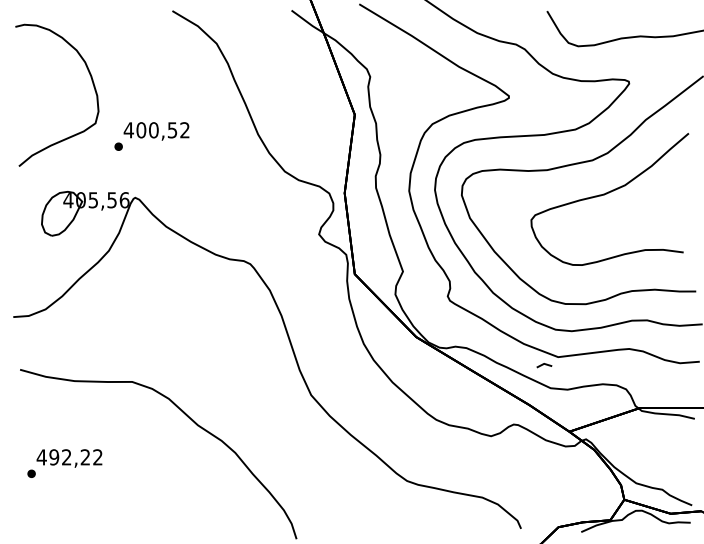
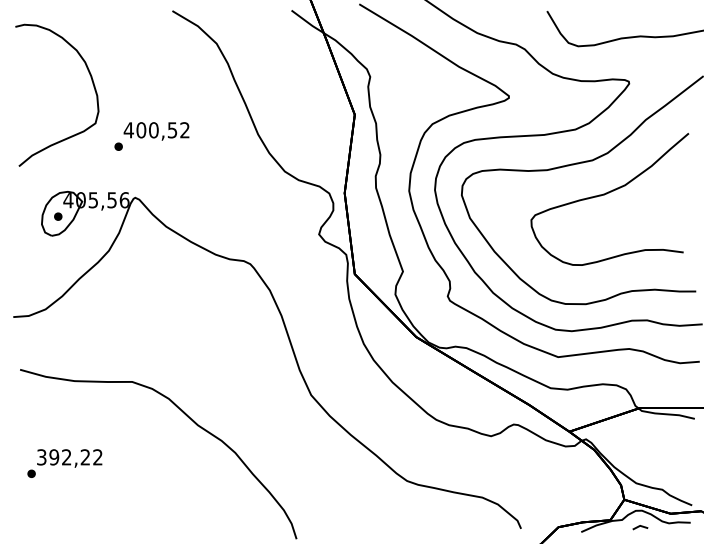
part at (58, 216): none -> present
line at (544, 364) position: (544, 364) -> (640, 526)
text at (41, 457): 492,22 -> 392,22
